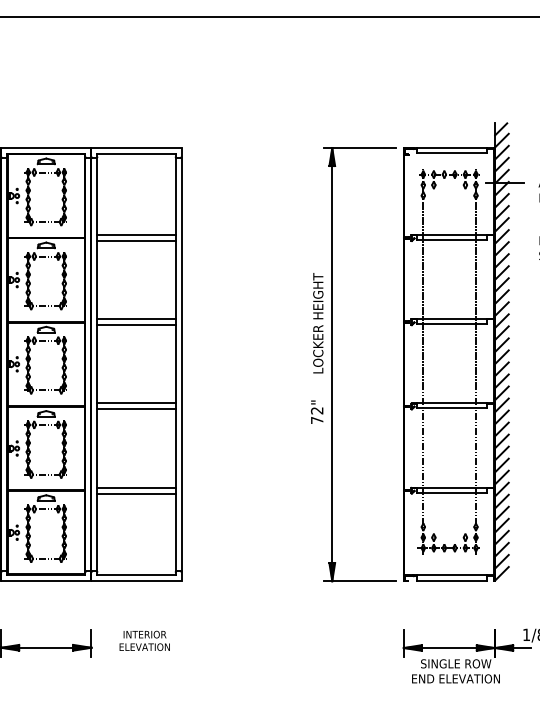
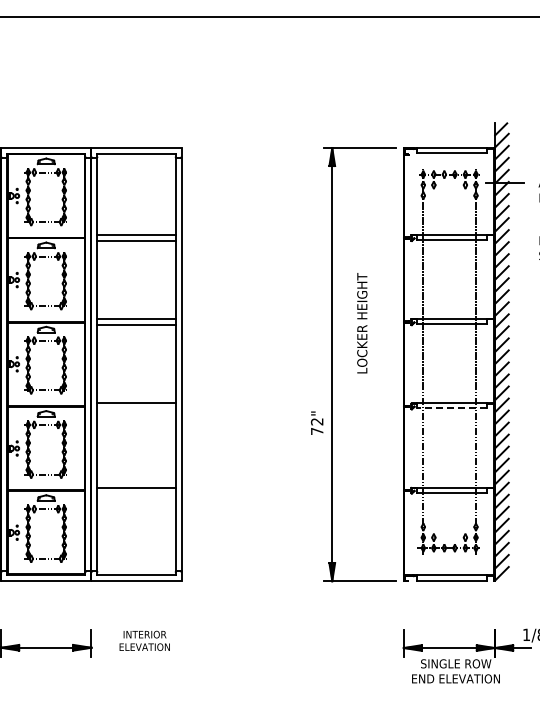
text at (318, 323) position: (318, 323) -> (362, 323)
line at (451, 408): solid -> dashed
line at (136, 409): present -> none
text at (317, 411) position: (317, 411) -> (317, 422)
line at (136, 493): present -> none
